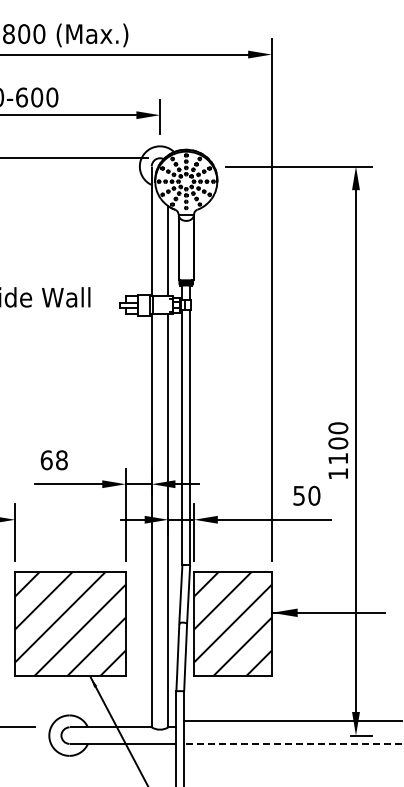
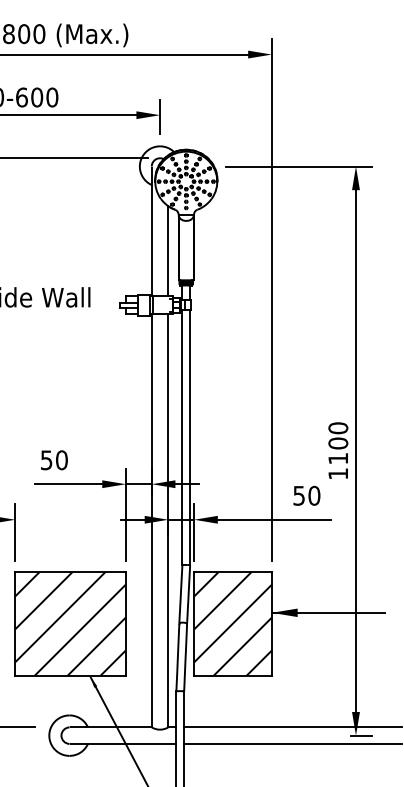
text at (53, 460): 68 -> 50
line at (292, 721) position: (292, 721) -> (292, 727)
line at (293, 743): dashed -> solid
